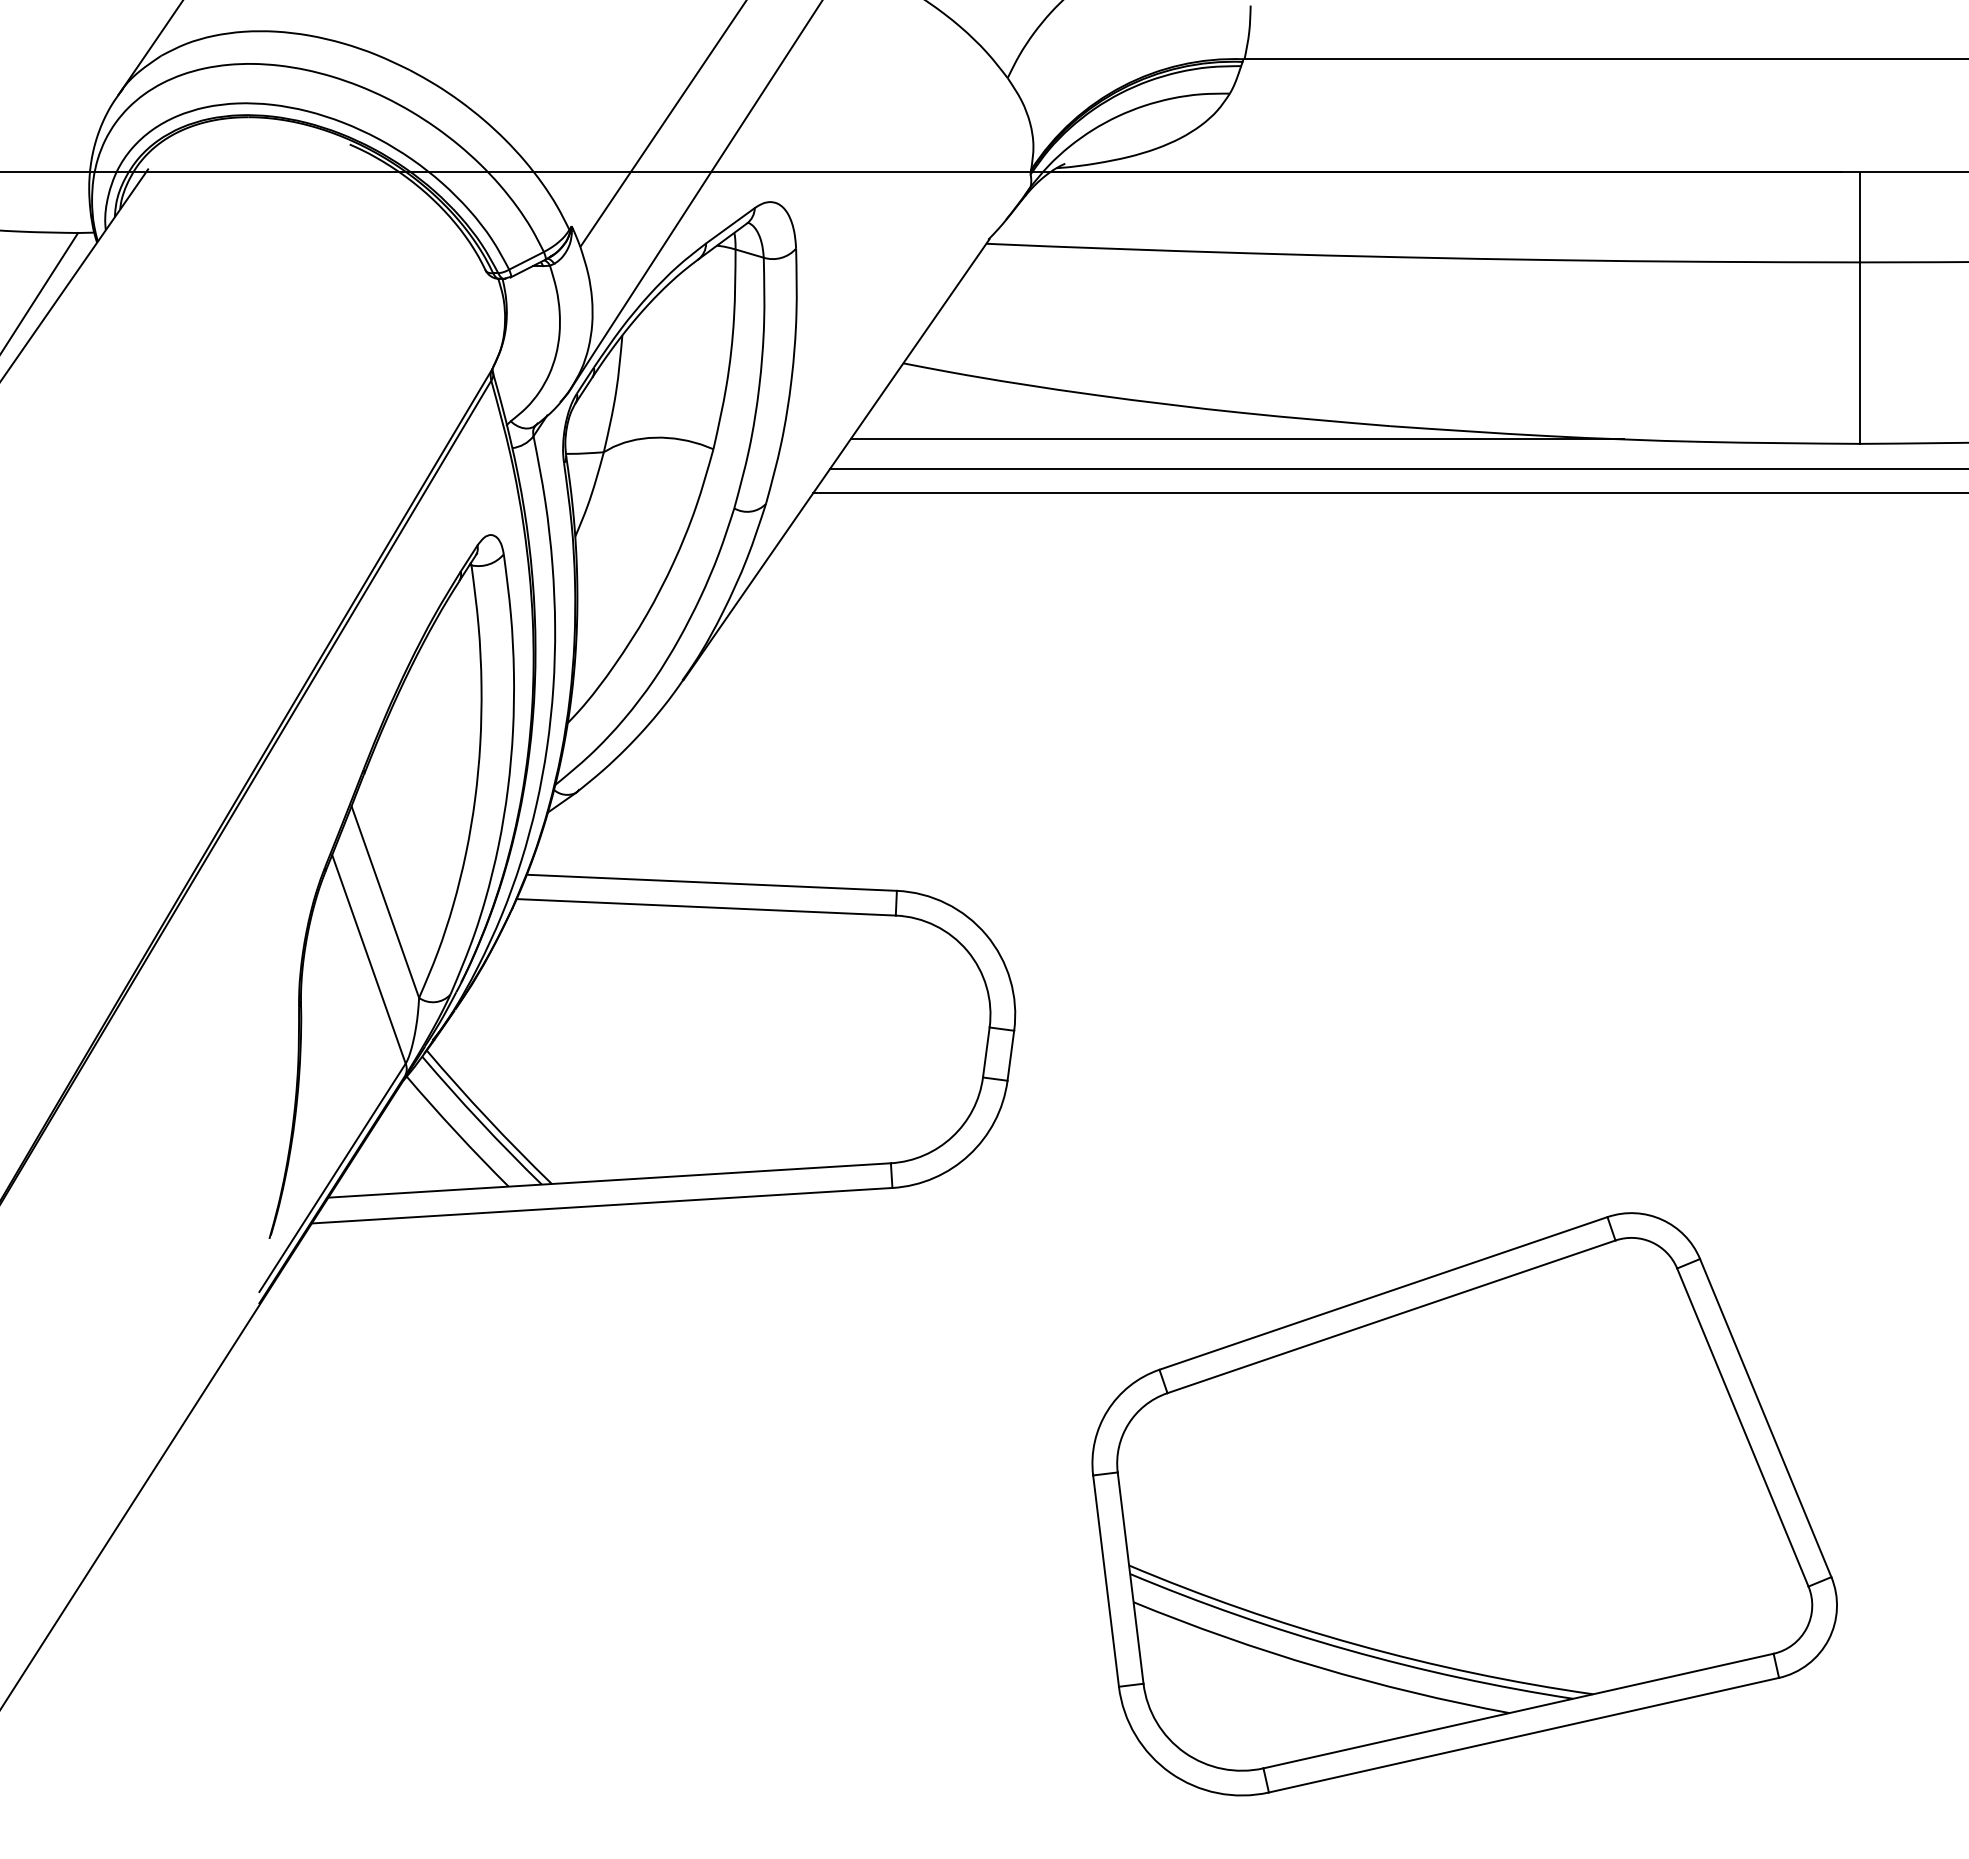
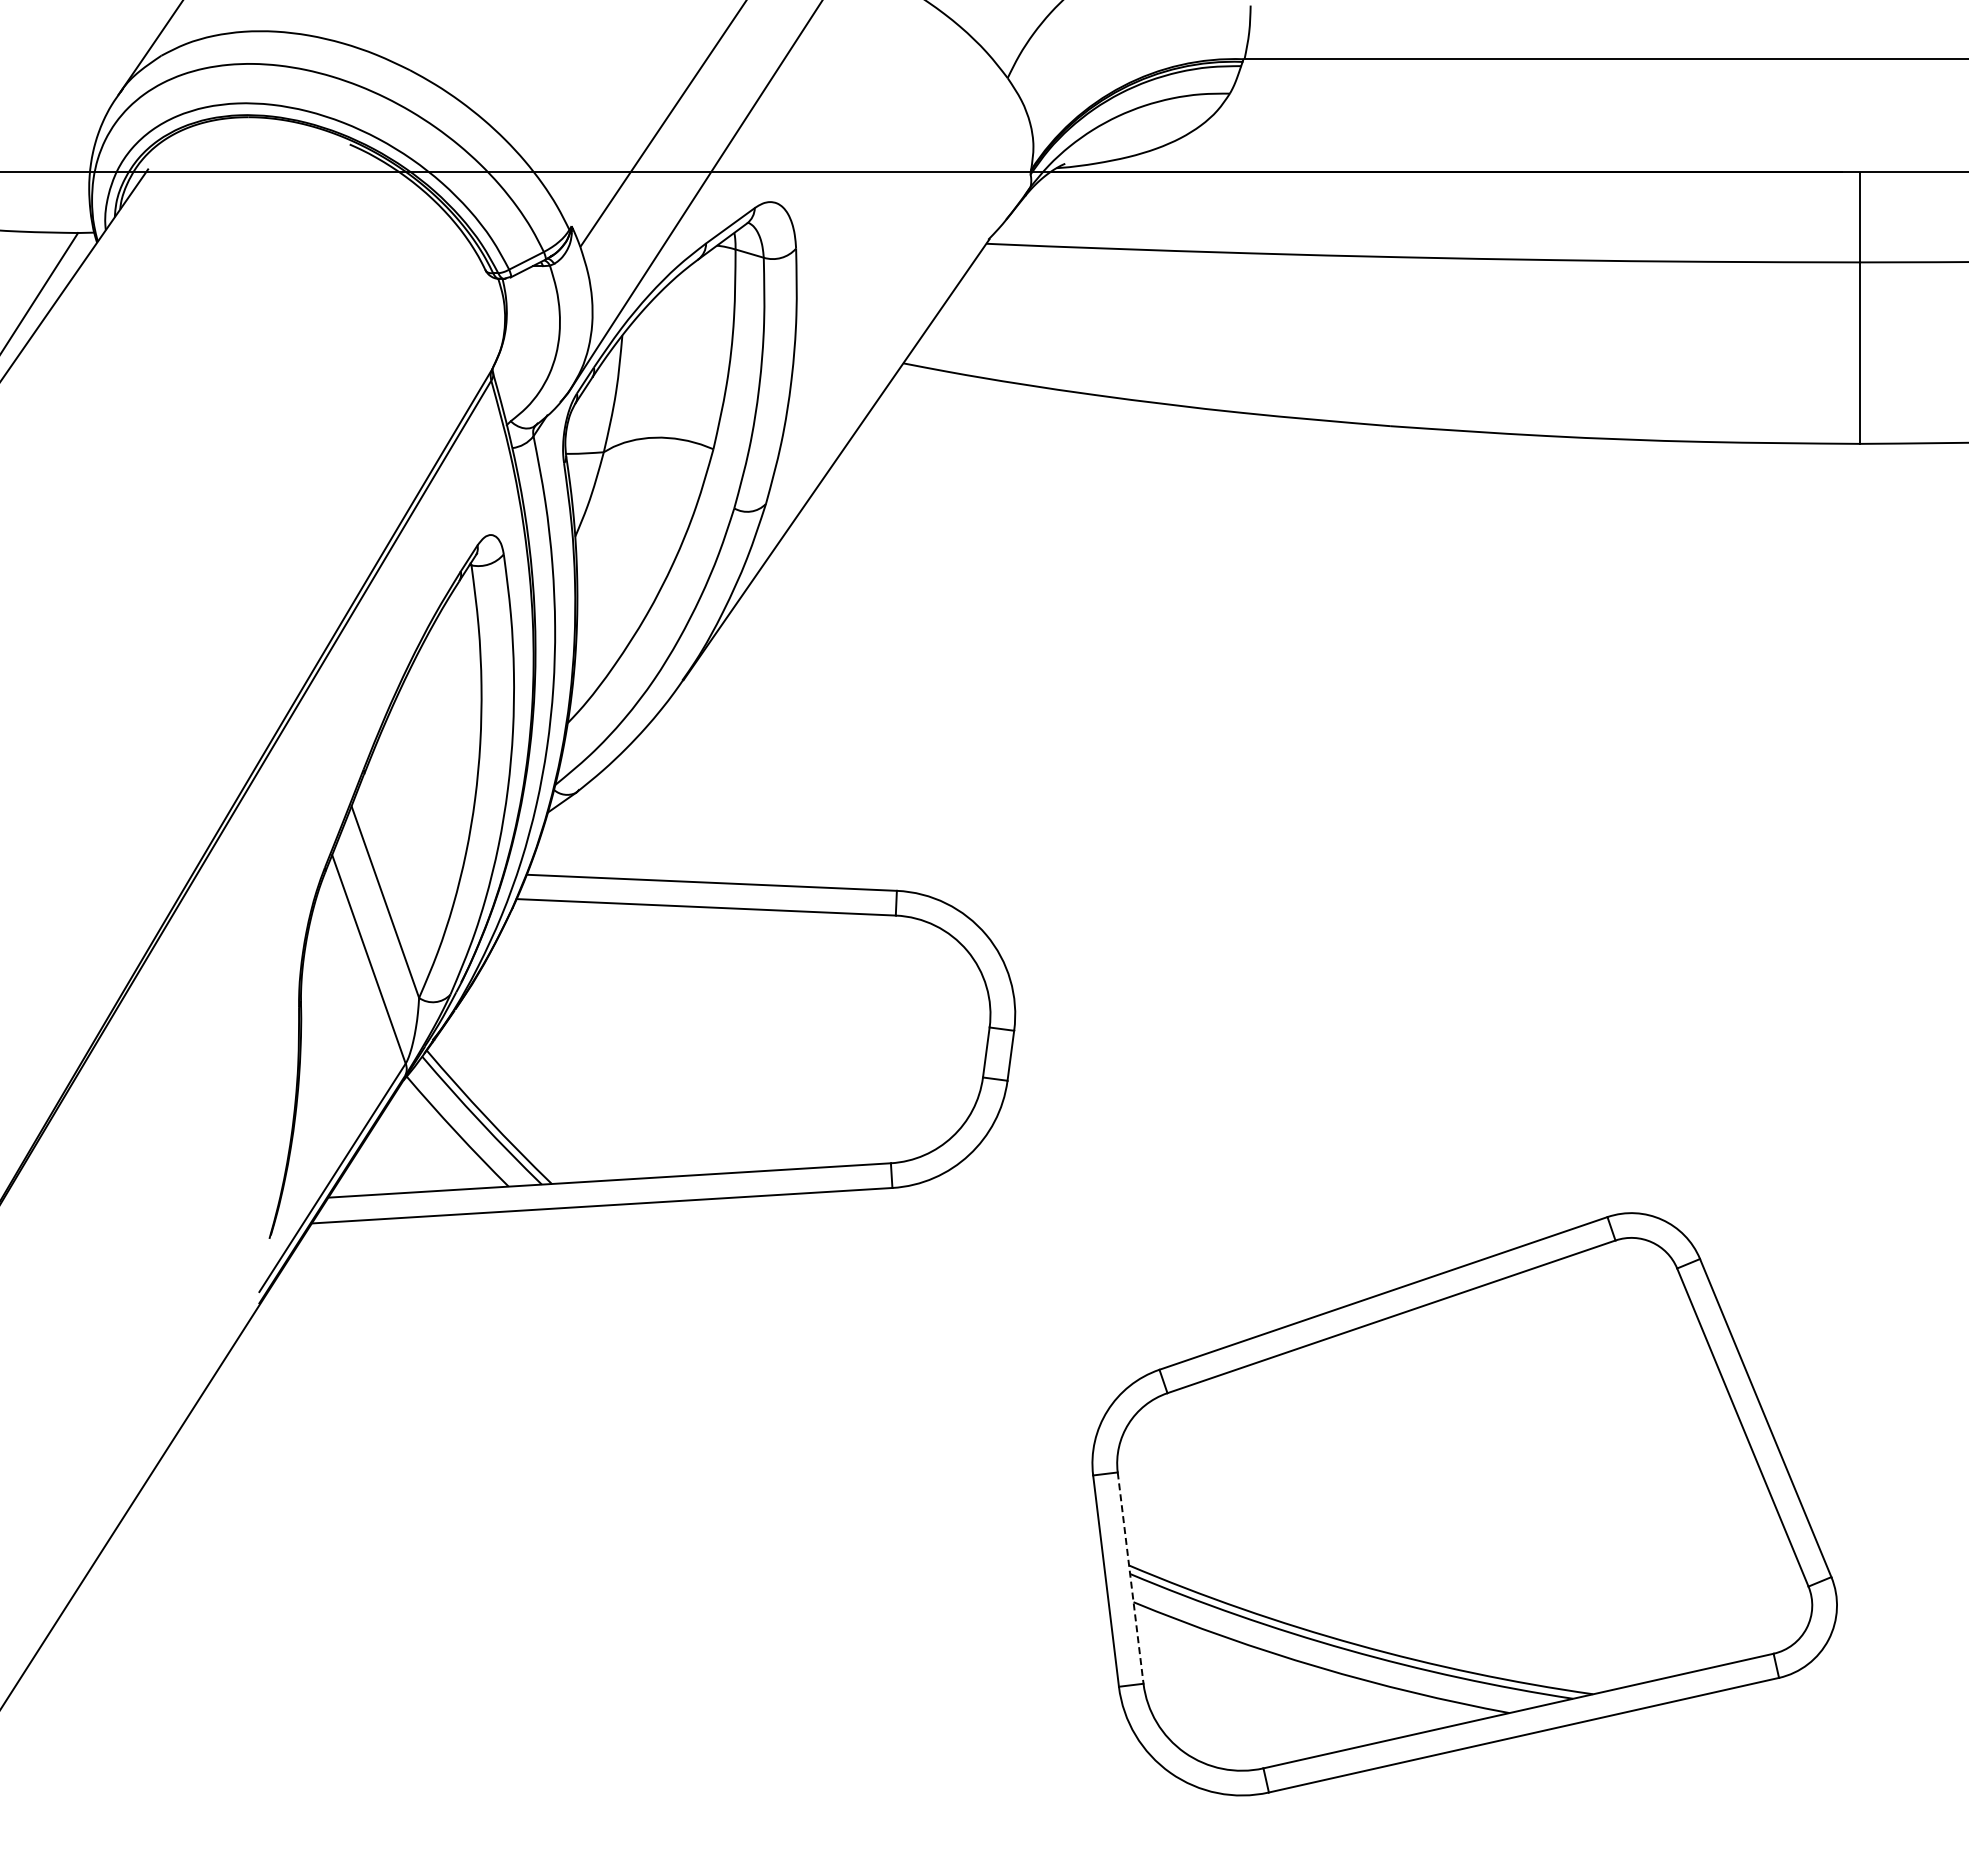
line at (1237, 438): present -> none
line at (1397, 468): present -> none
line at (1389, 493): present -> none
line at (1130, 1578): solid -> dashed
